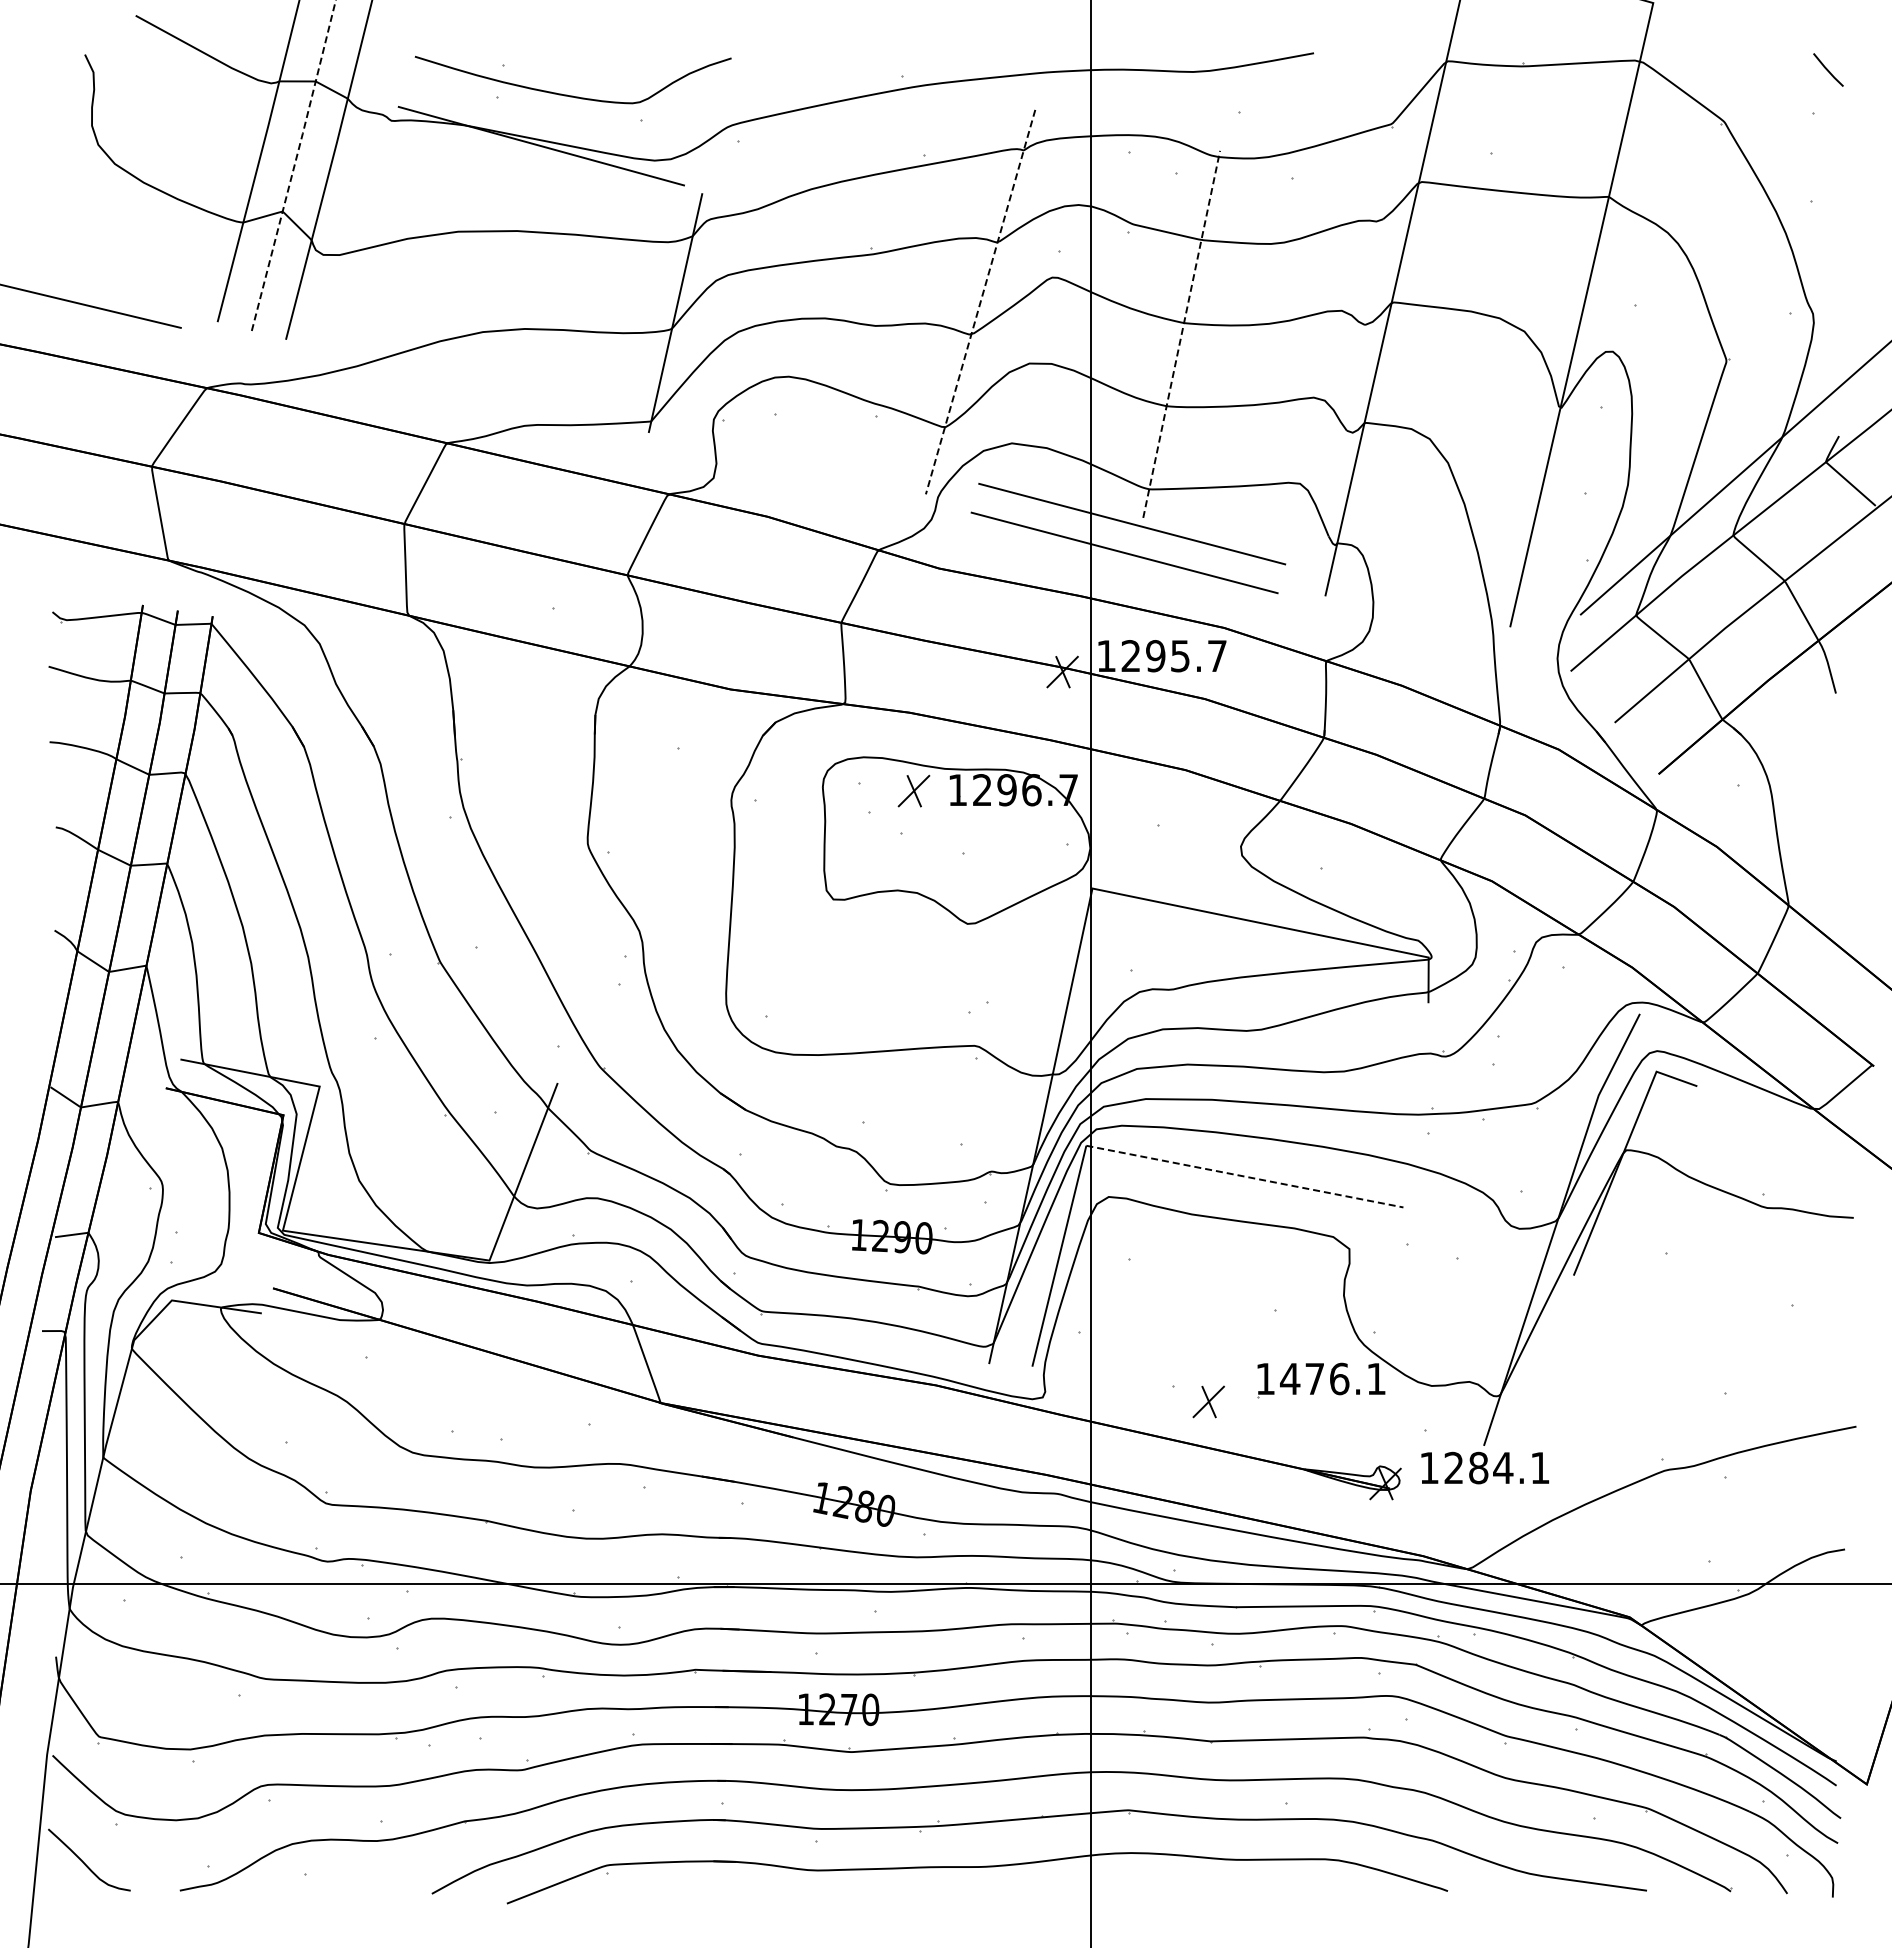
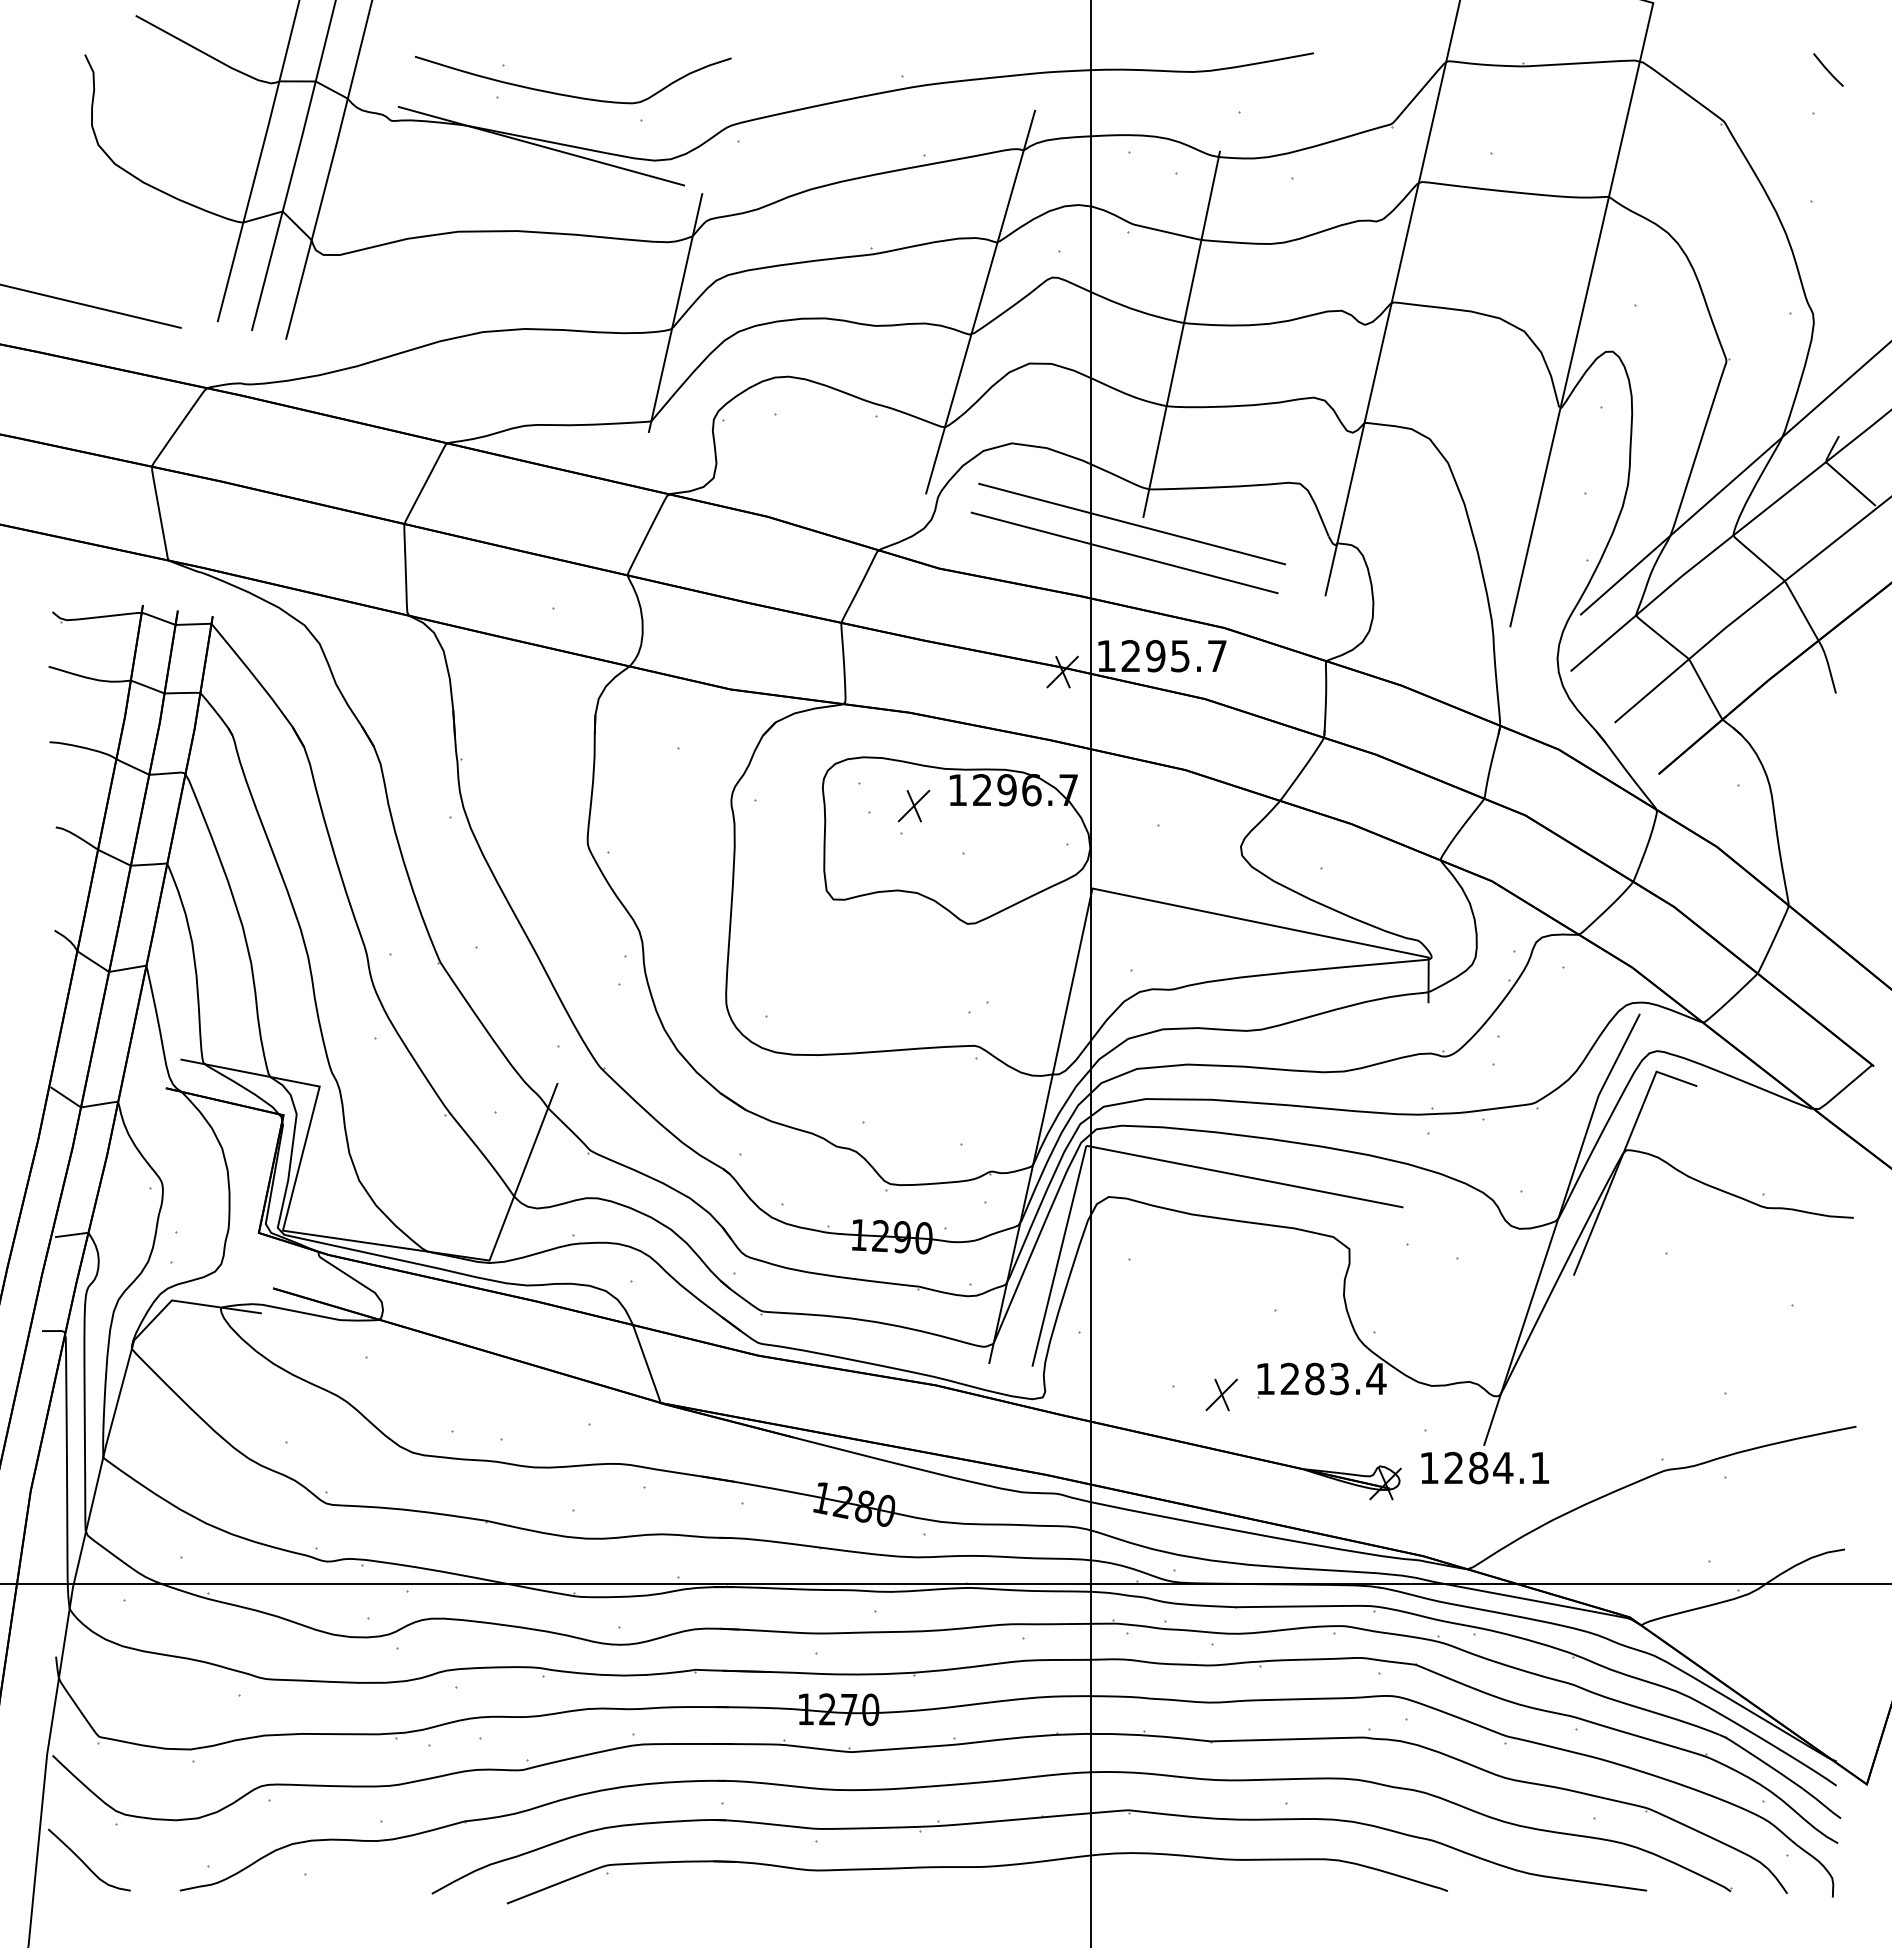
line at (294, 165): dashed -> solid
line at (980, 302): dashed -> solid
line at (1181, 334): dashed -> solid
part at (913, 790) position: (913, 790) -> (913, 805)
line at (1244, 1176): dashed -> solid
text at (1333, 1378): 1476.1 -> 1283.4
part at (1208, 1401) position: (1208, 1401) -> (1221, 1394)
